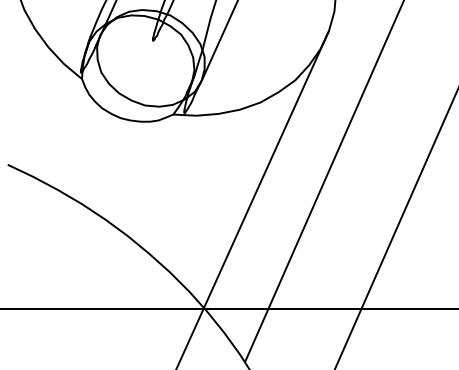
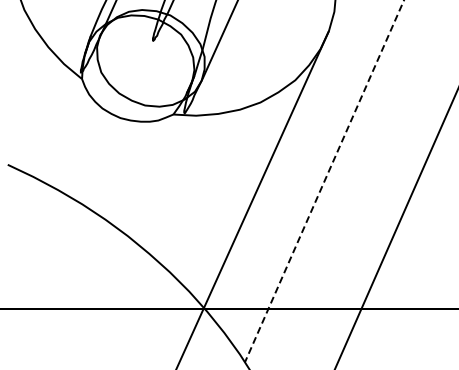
line at (324, 181): solid -> dashed
